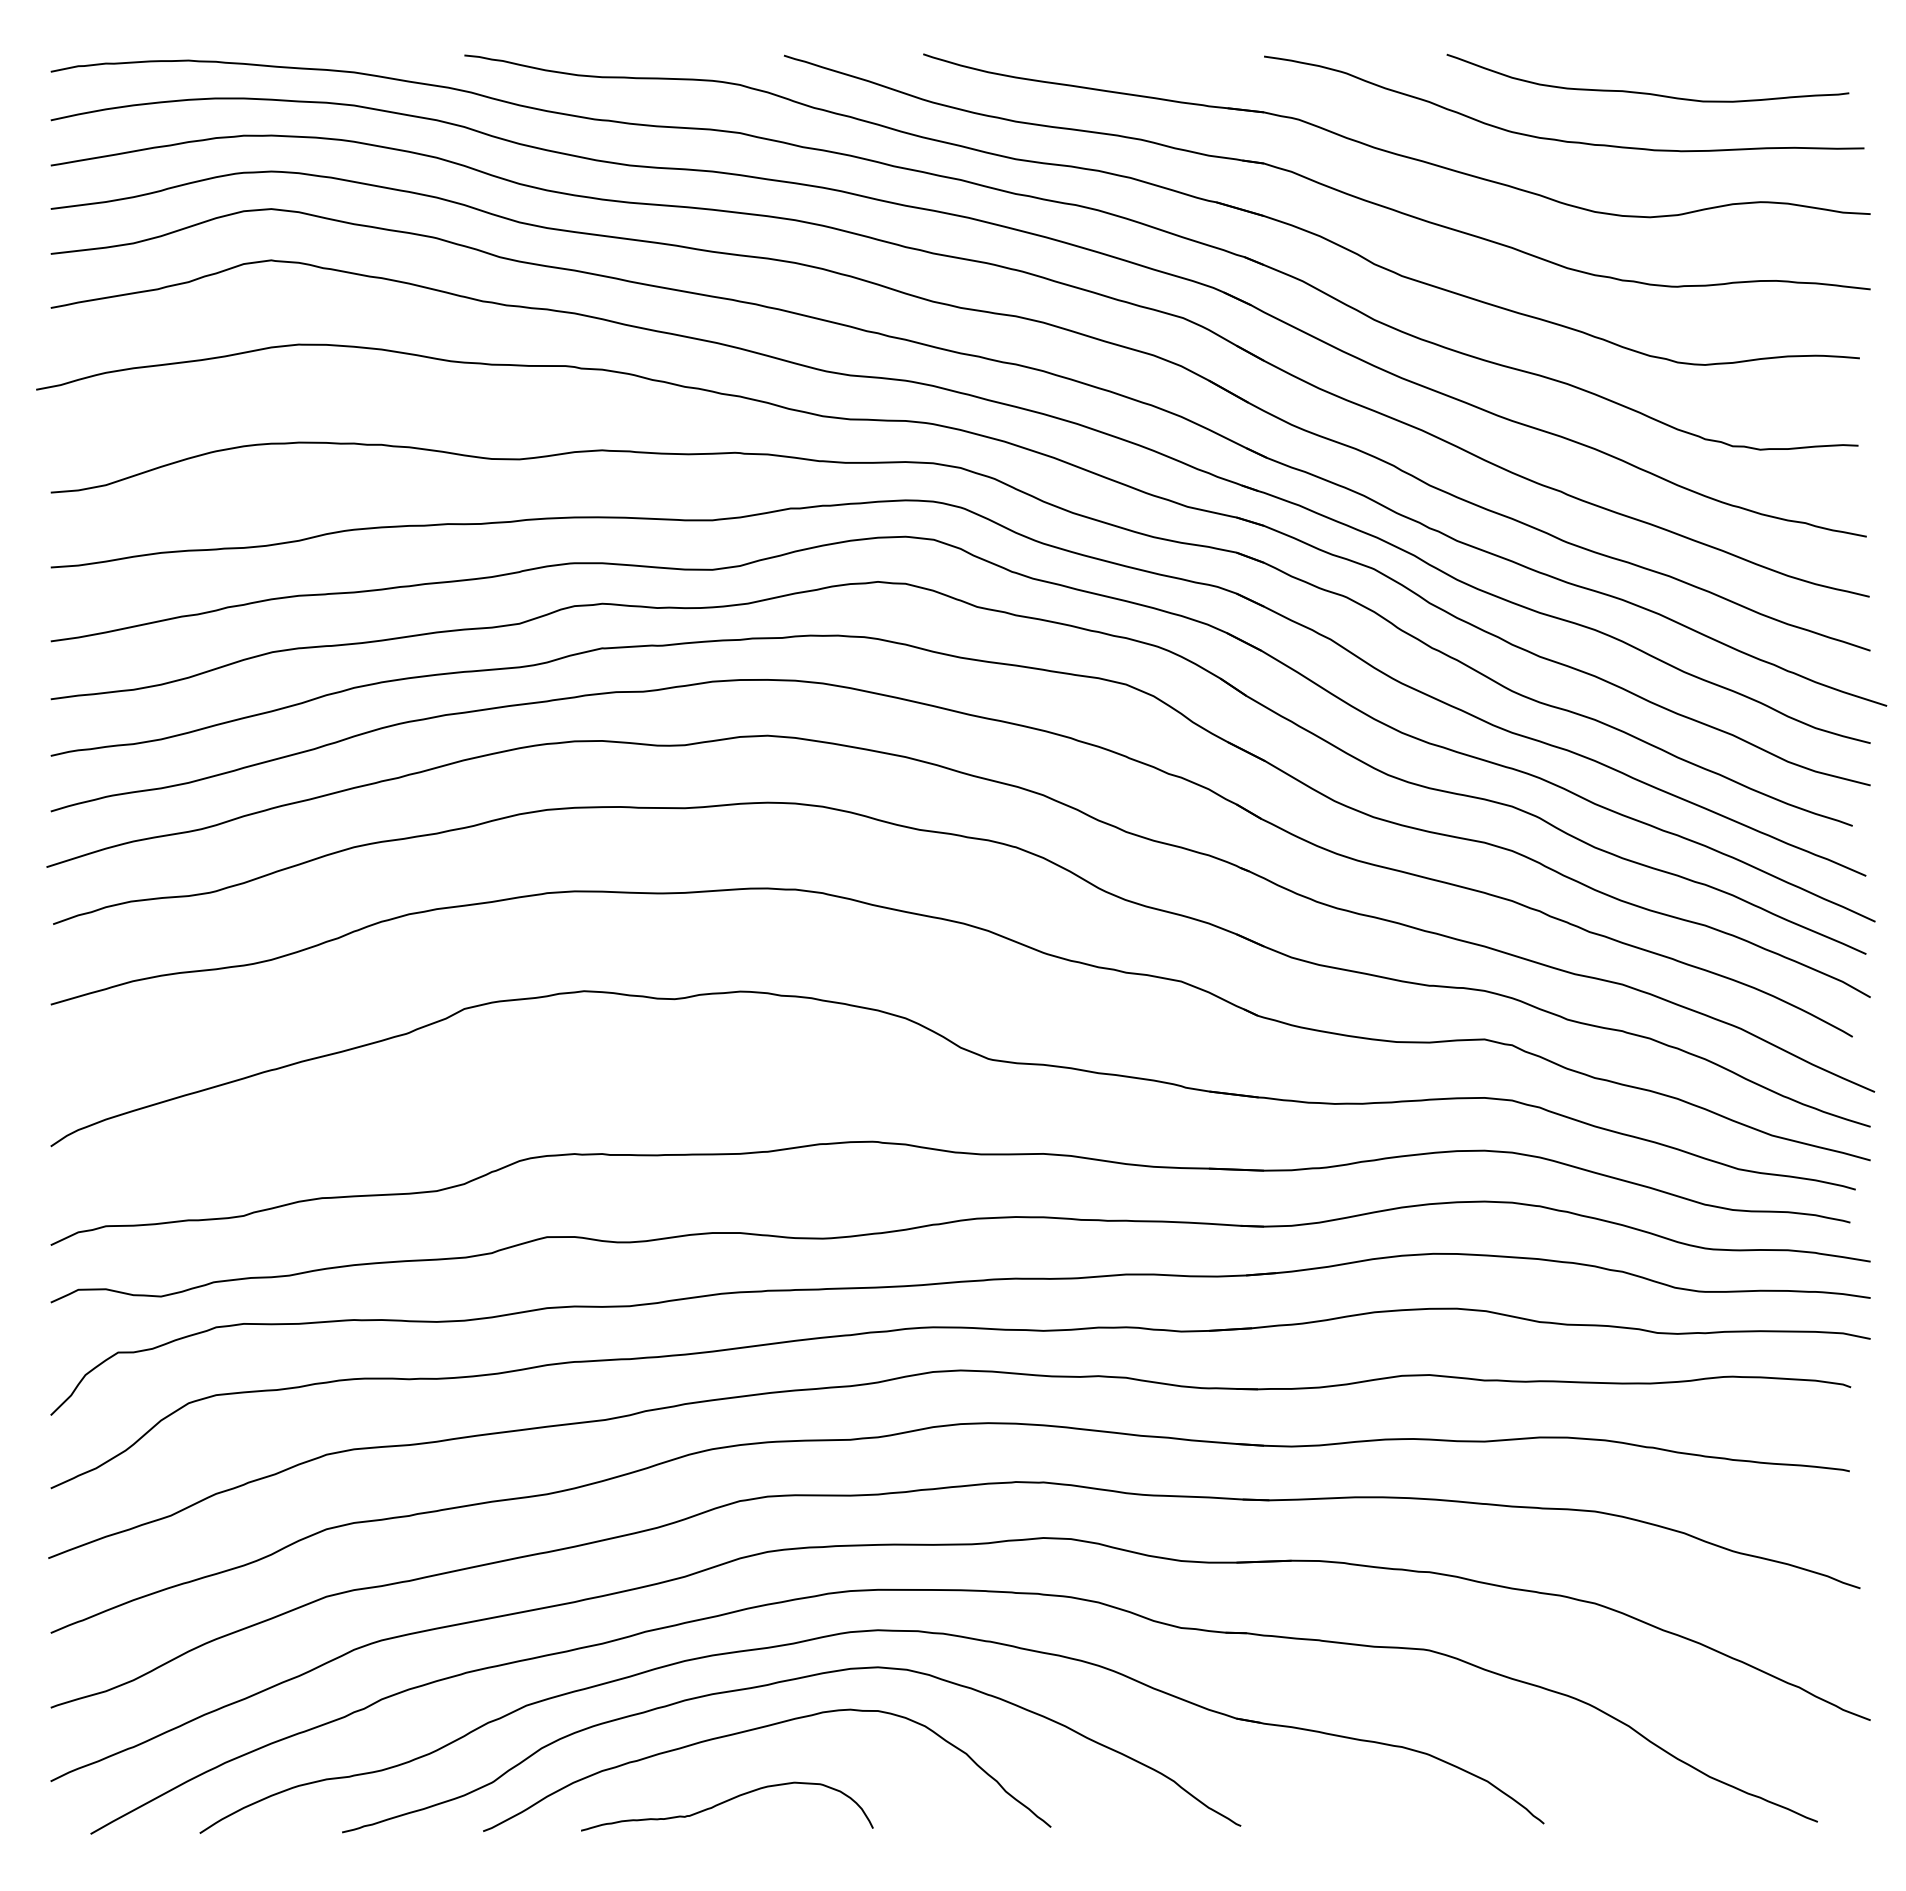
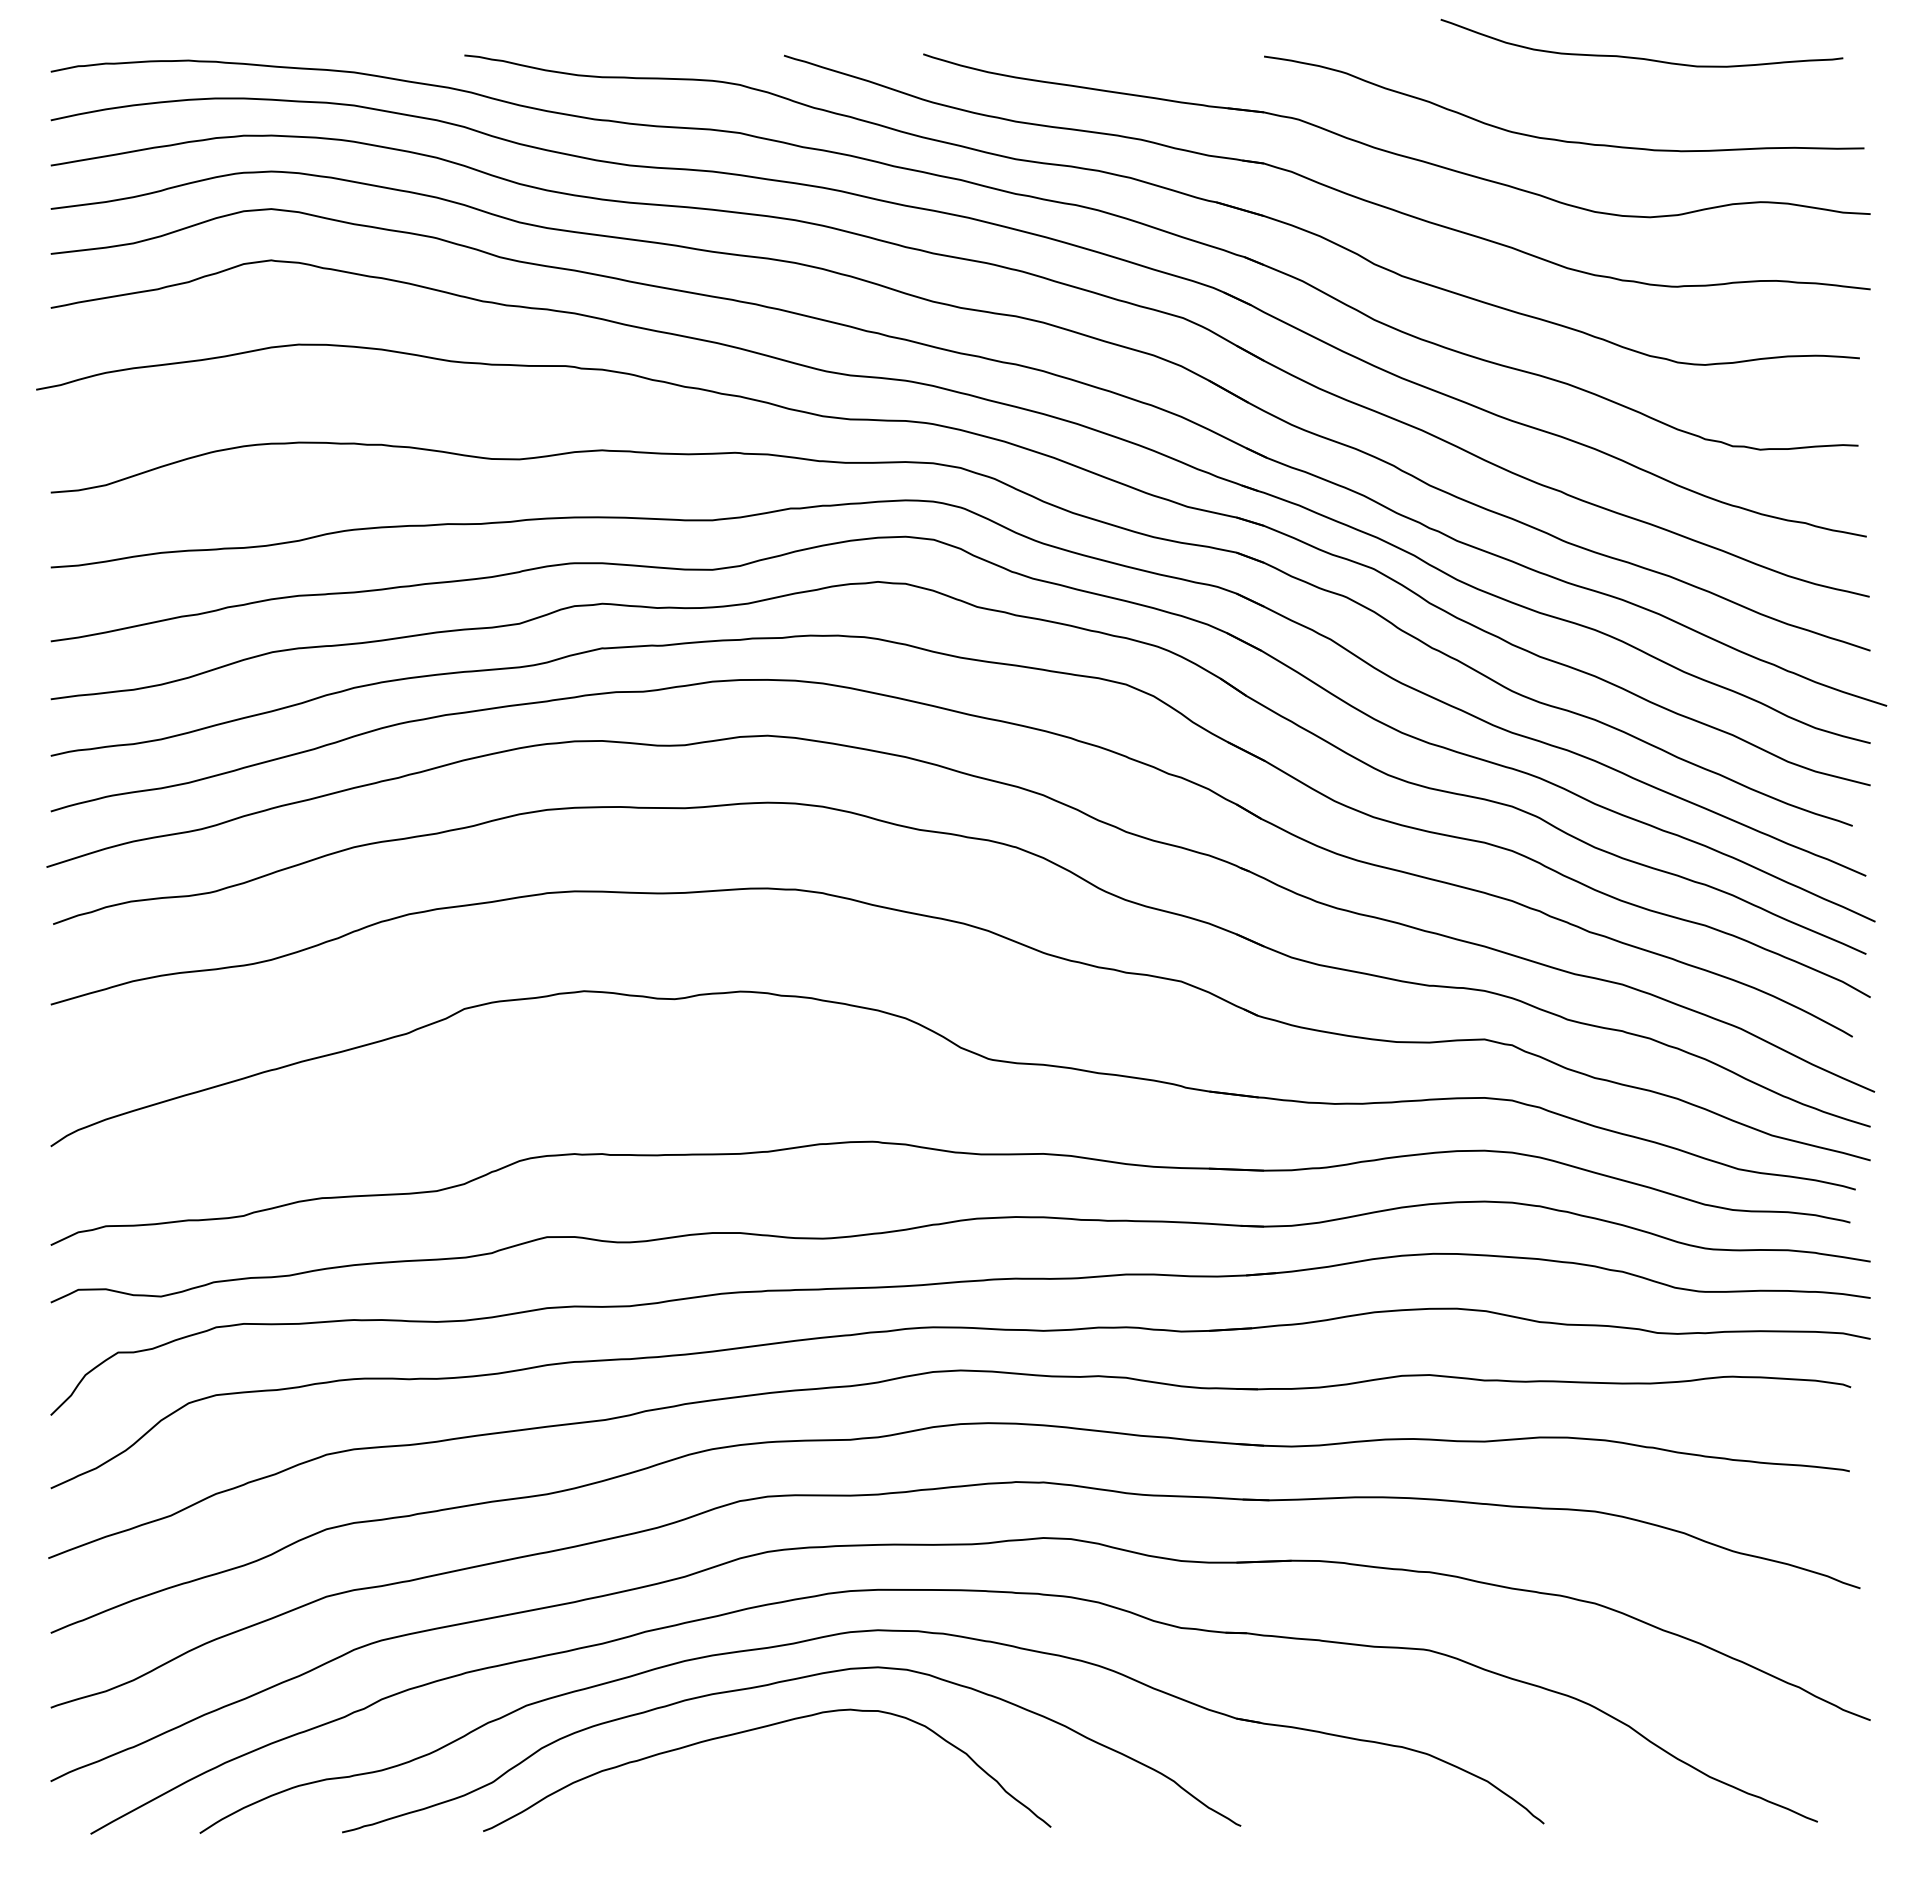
curve at (1647, 92) position: (1647, 92) -> (1641, 57)
curve at (726, 1802): present -> none
